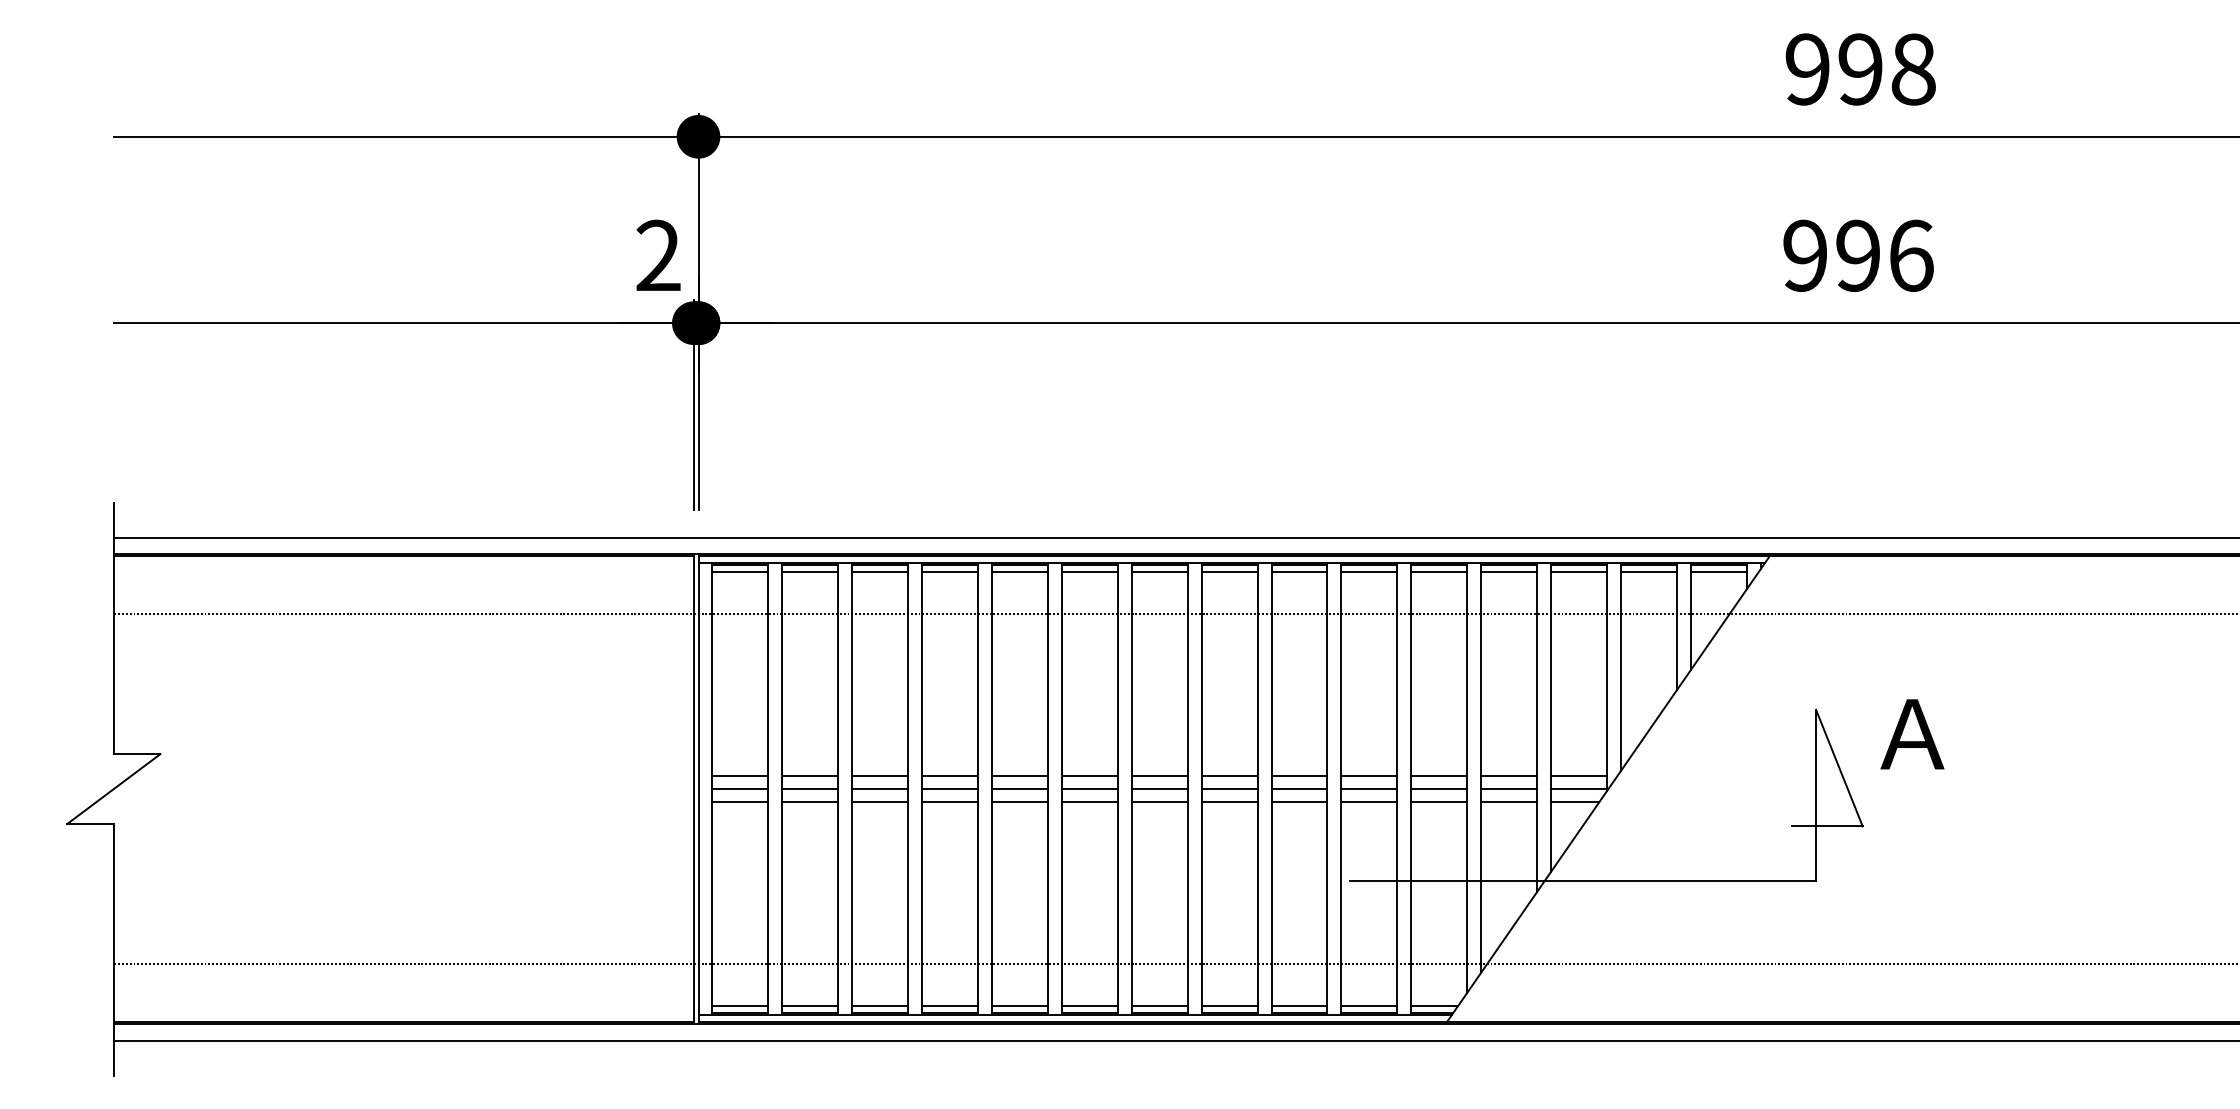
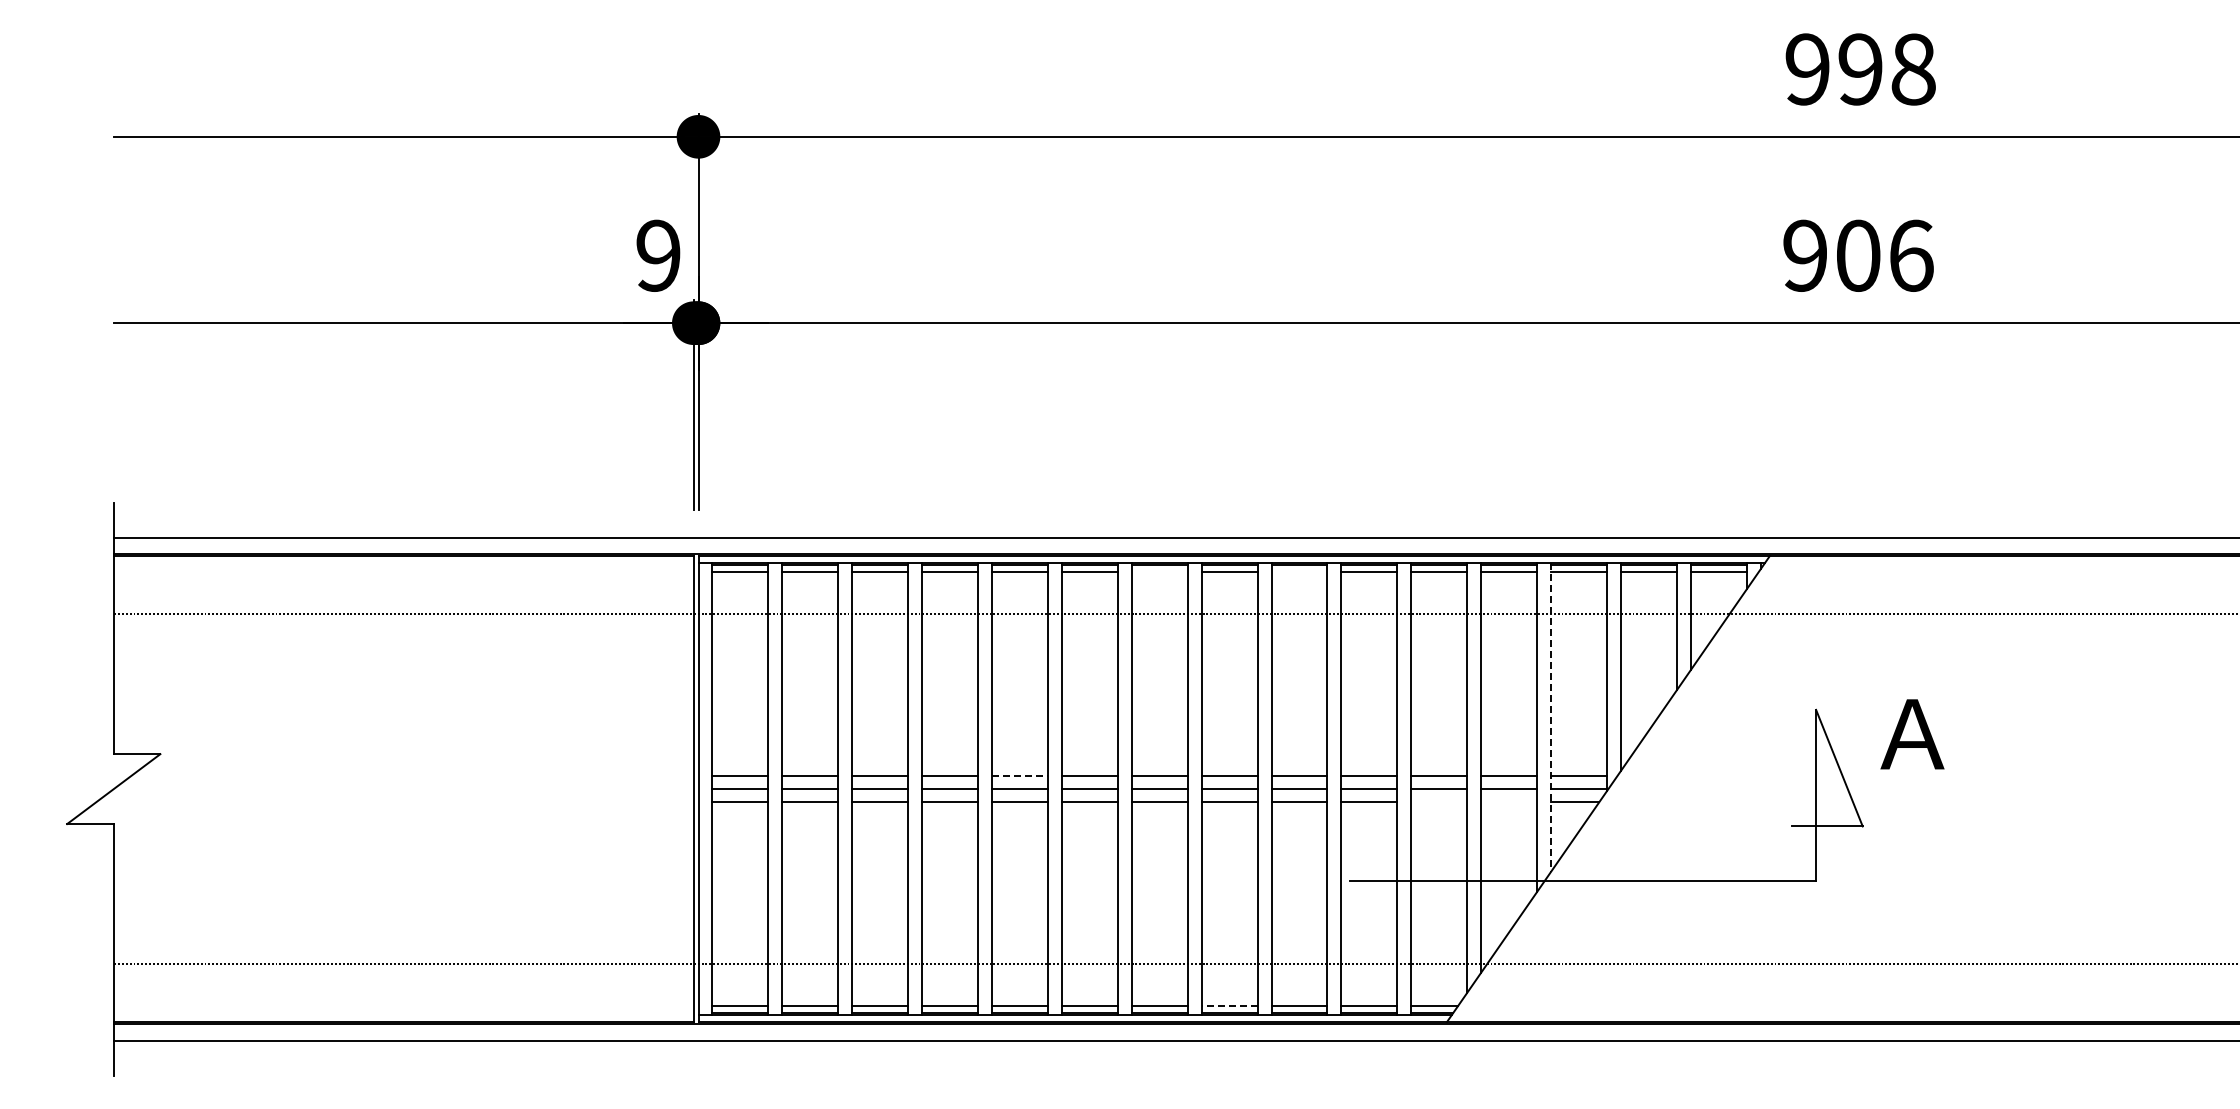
text at (658, 255): 2 -> 9
text at (1858, 255): 996 -> 906
line at (1159, 572): present -> none
line at (1299, 572): present -> none
line at (1551, 717): solid -> dashed
line at (1019, 775): solid -> dashed
line at (1439, 802): present -> none
line at (1509, 802): present -> none
line at (1229, 1005): solid -> dashed
